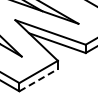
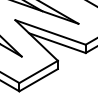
line at (39, 79): dashed -> solid
